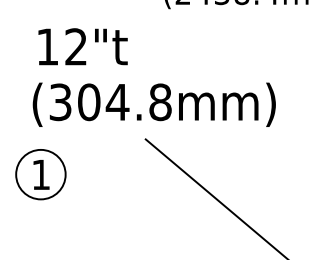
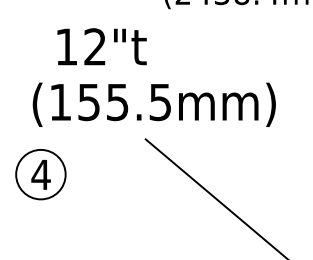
text at (82, 46) position: (82, 46) -> (101, 46)
text at (110, 102): (304.8mm) -> (155.5mm)
text at (40, 174): 1 -> 4
